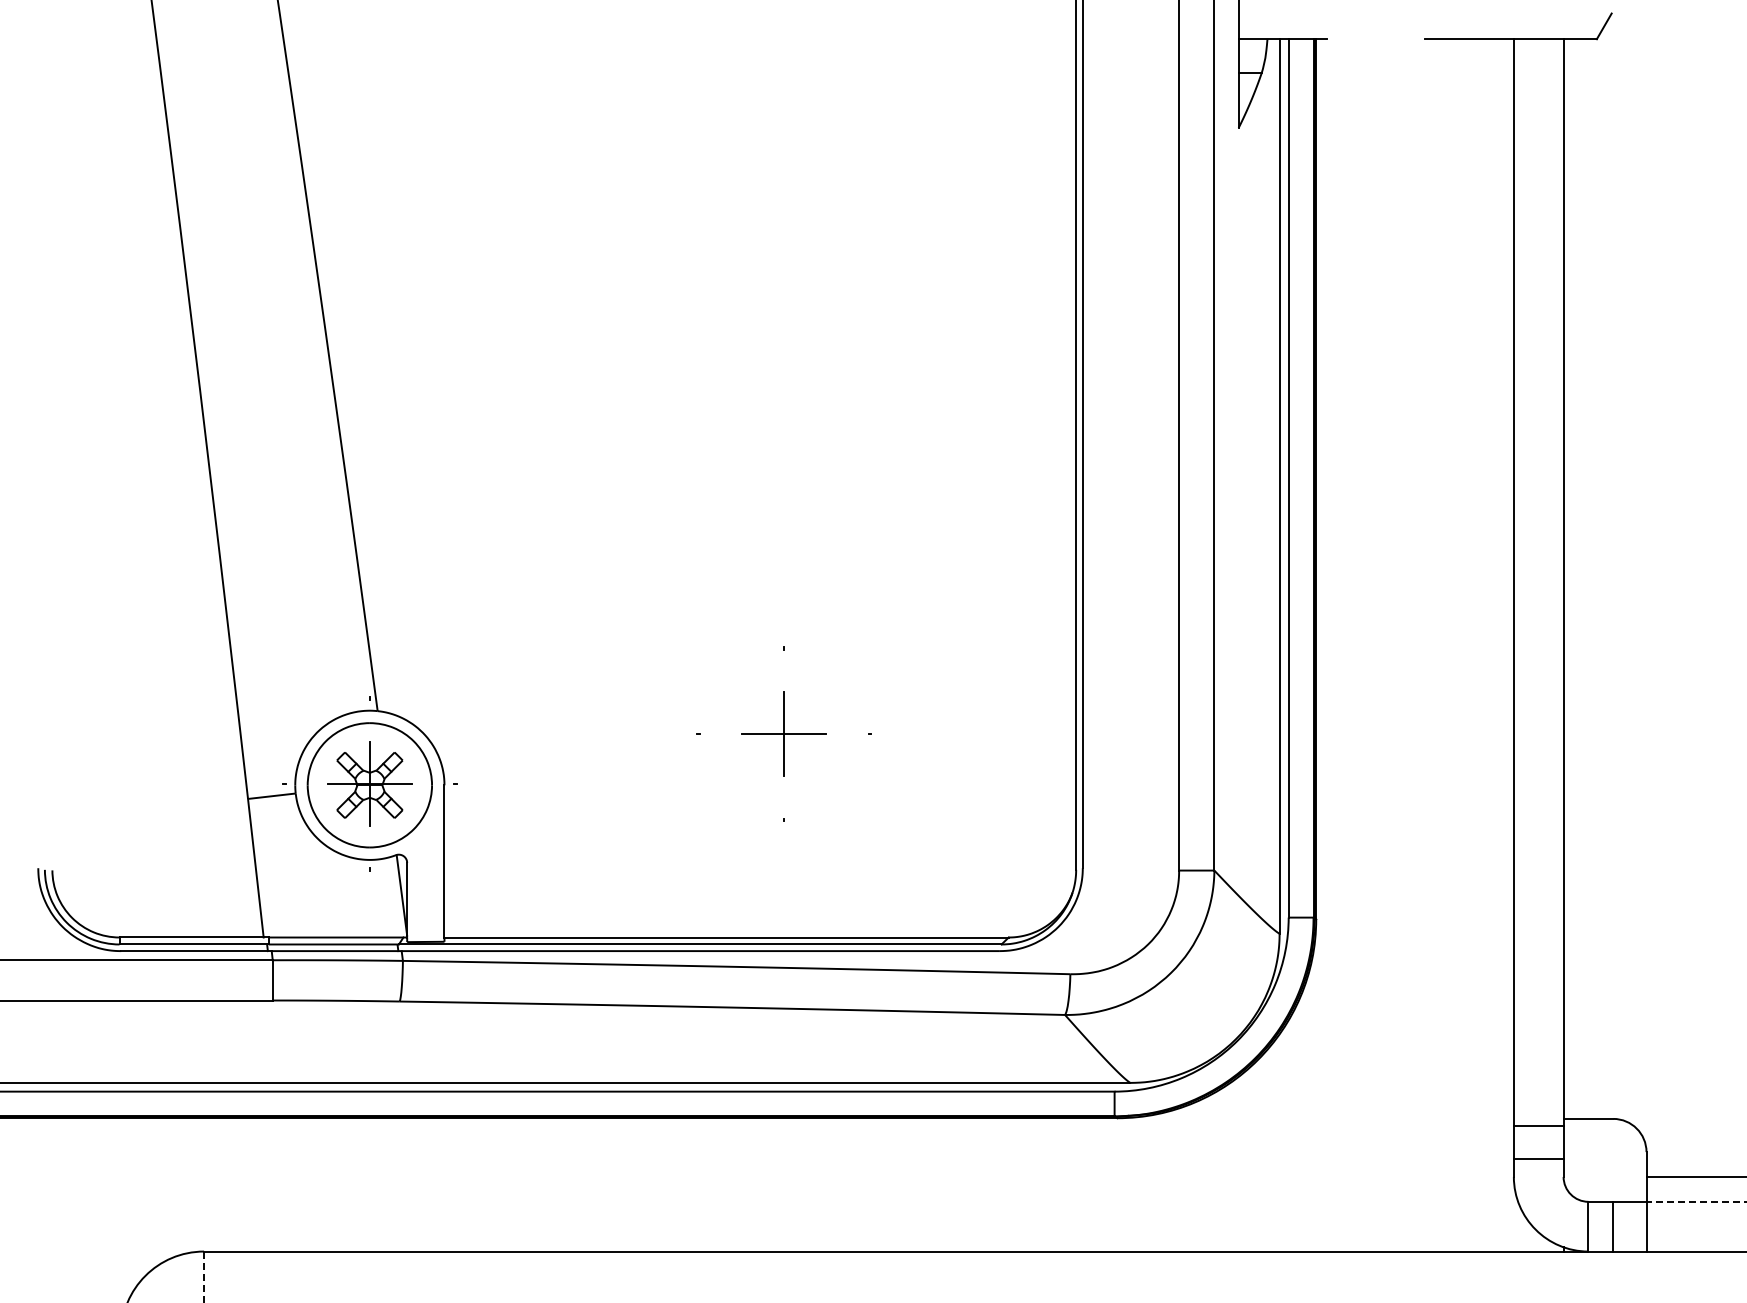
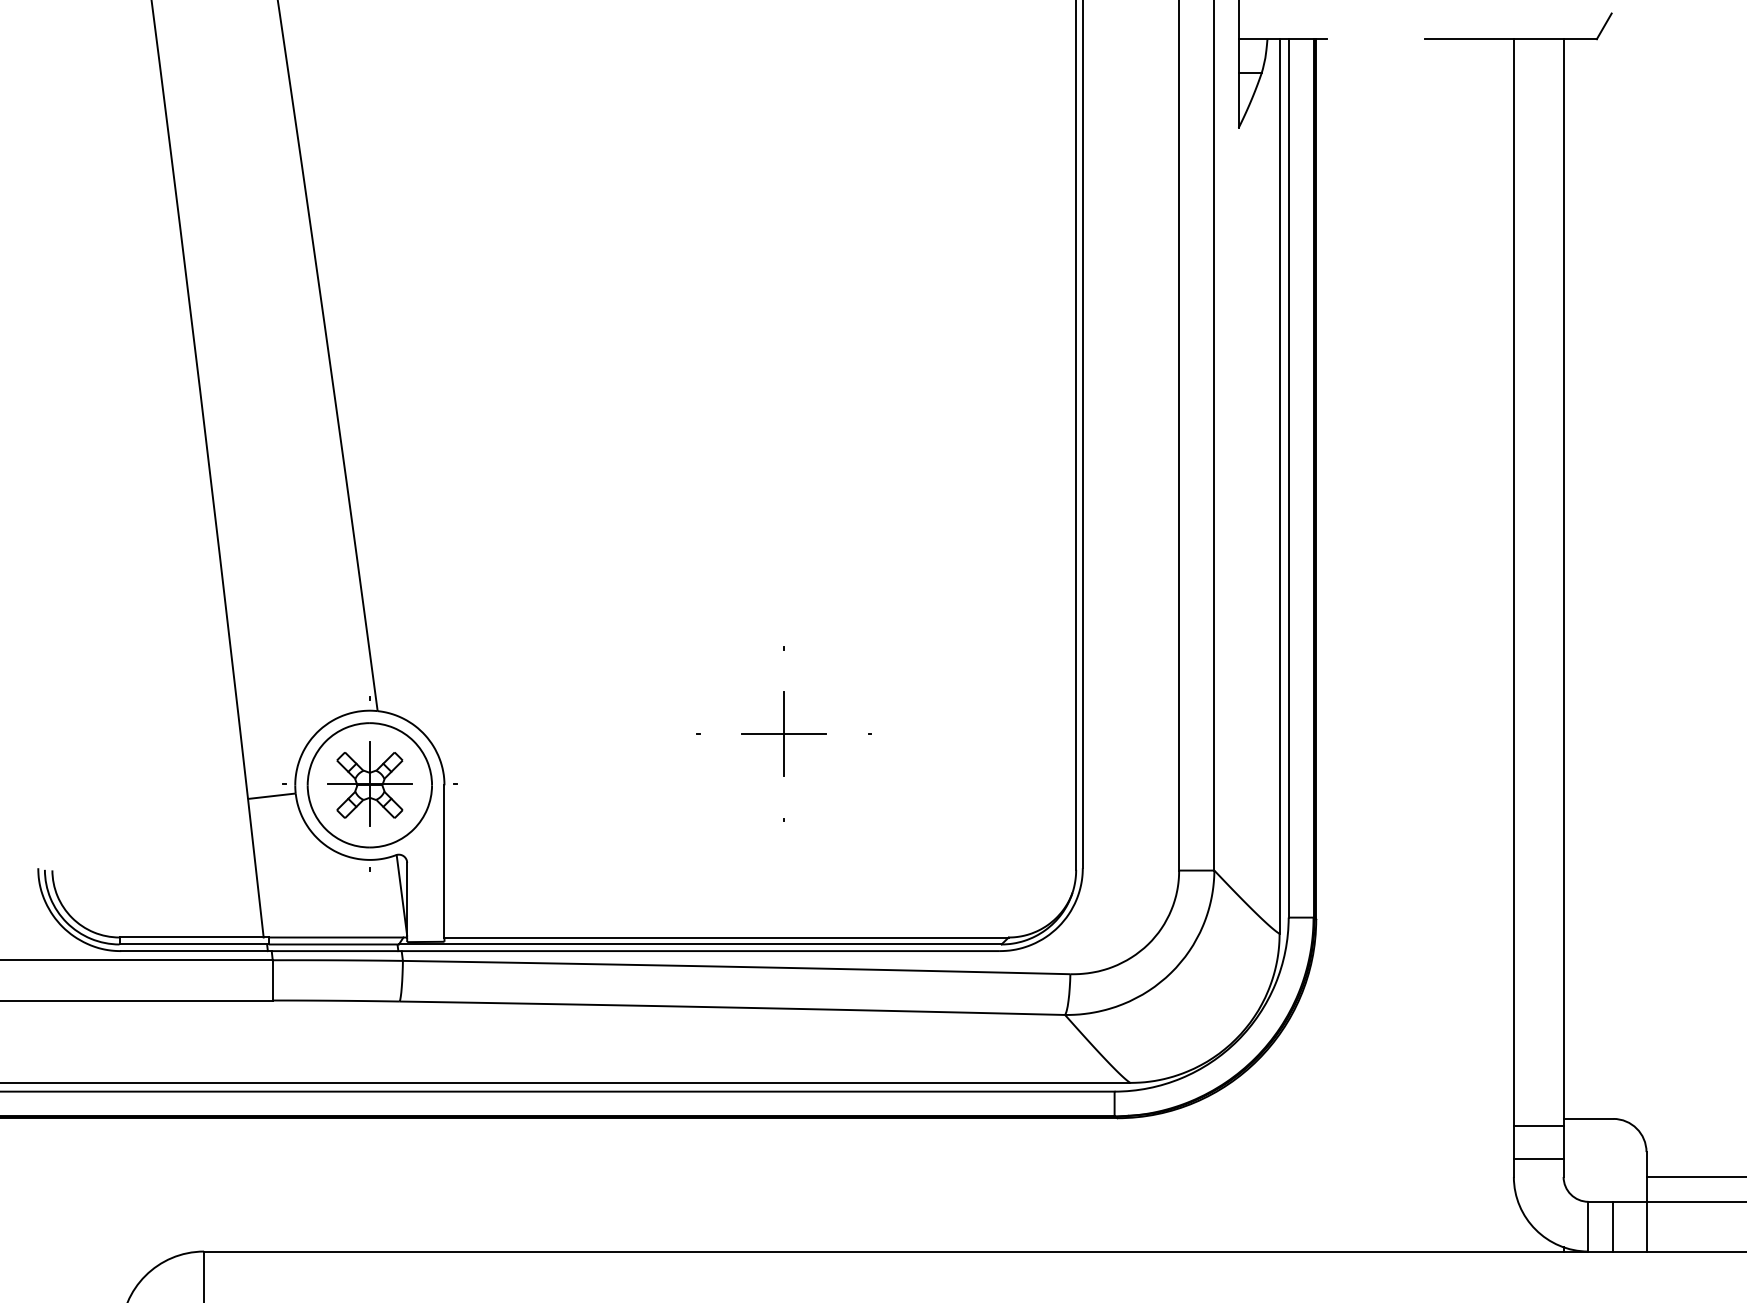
line at (1696, 1201): dashed -> solid
line at (204, 1277): dashed -> solid
